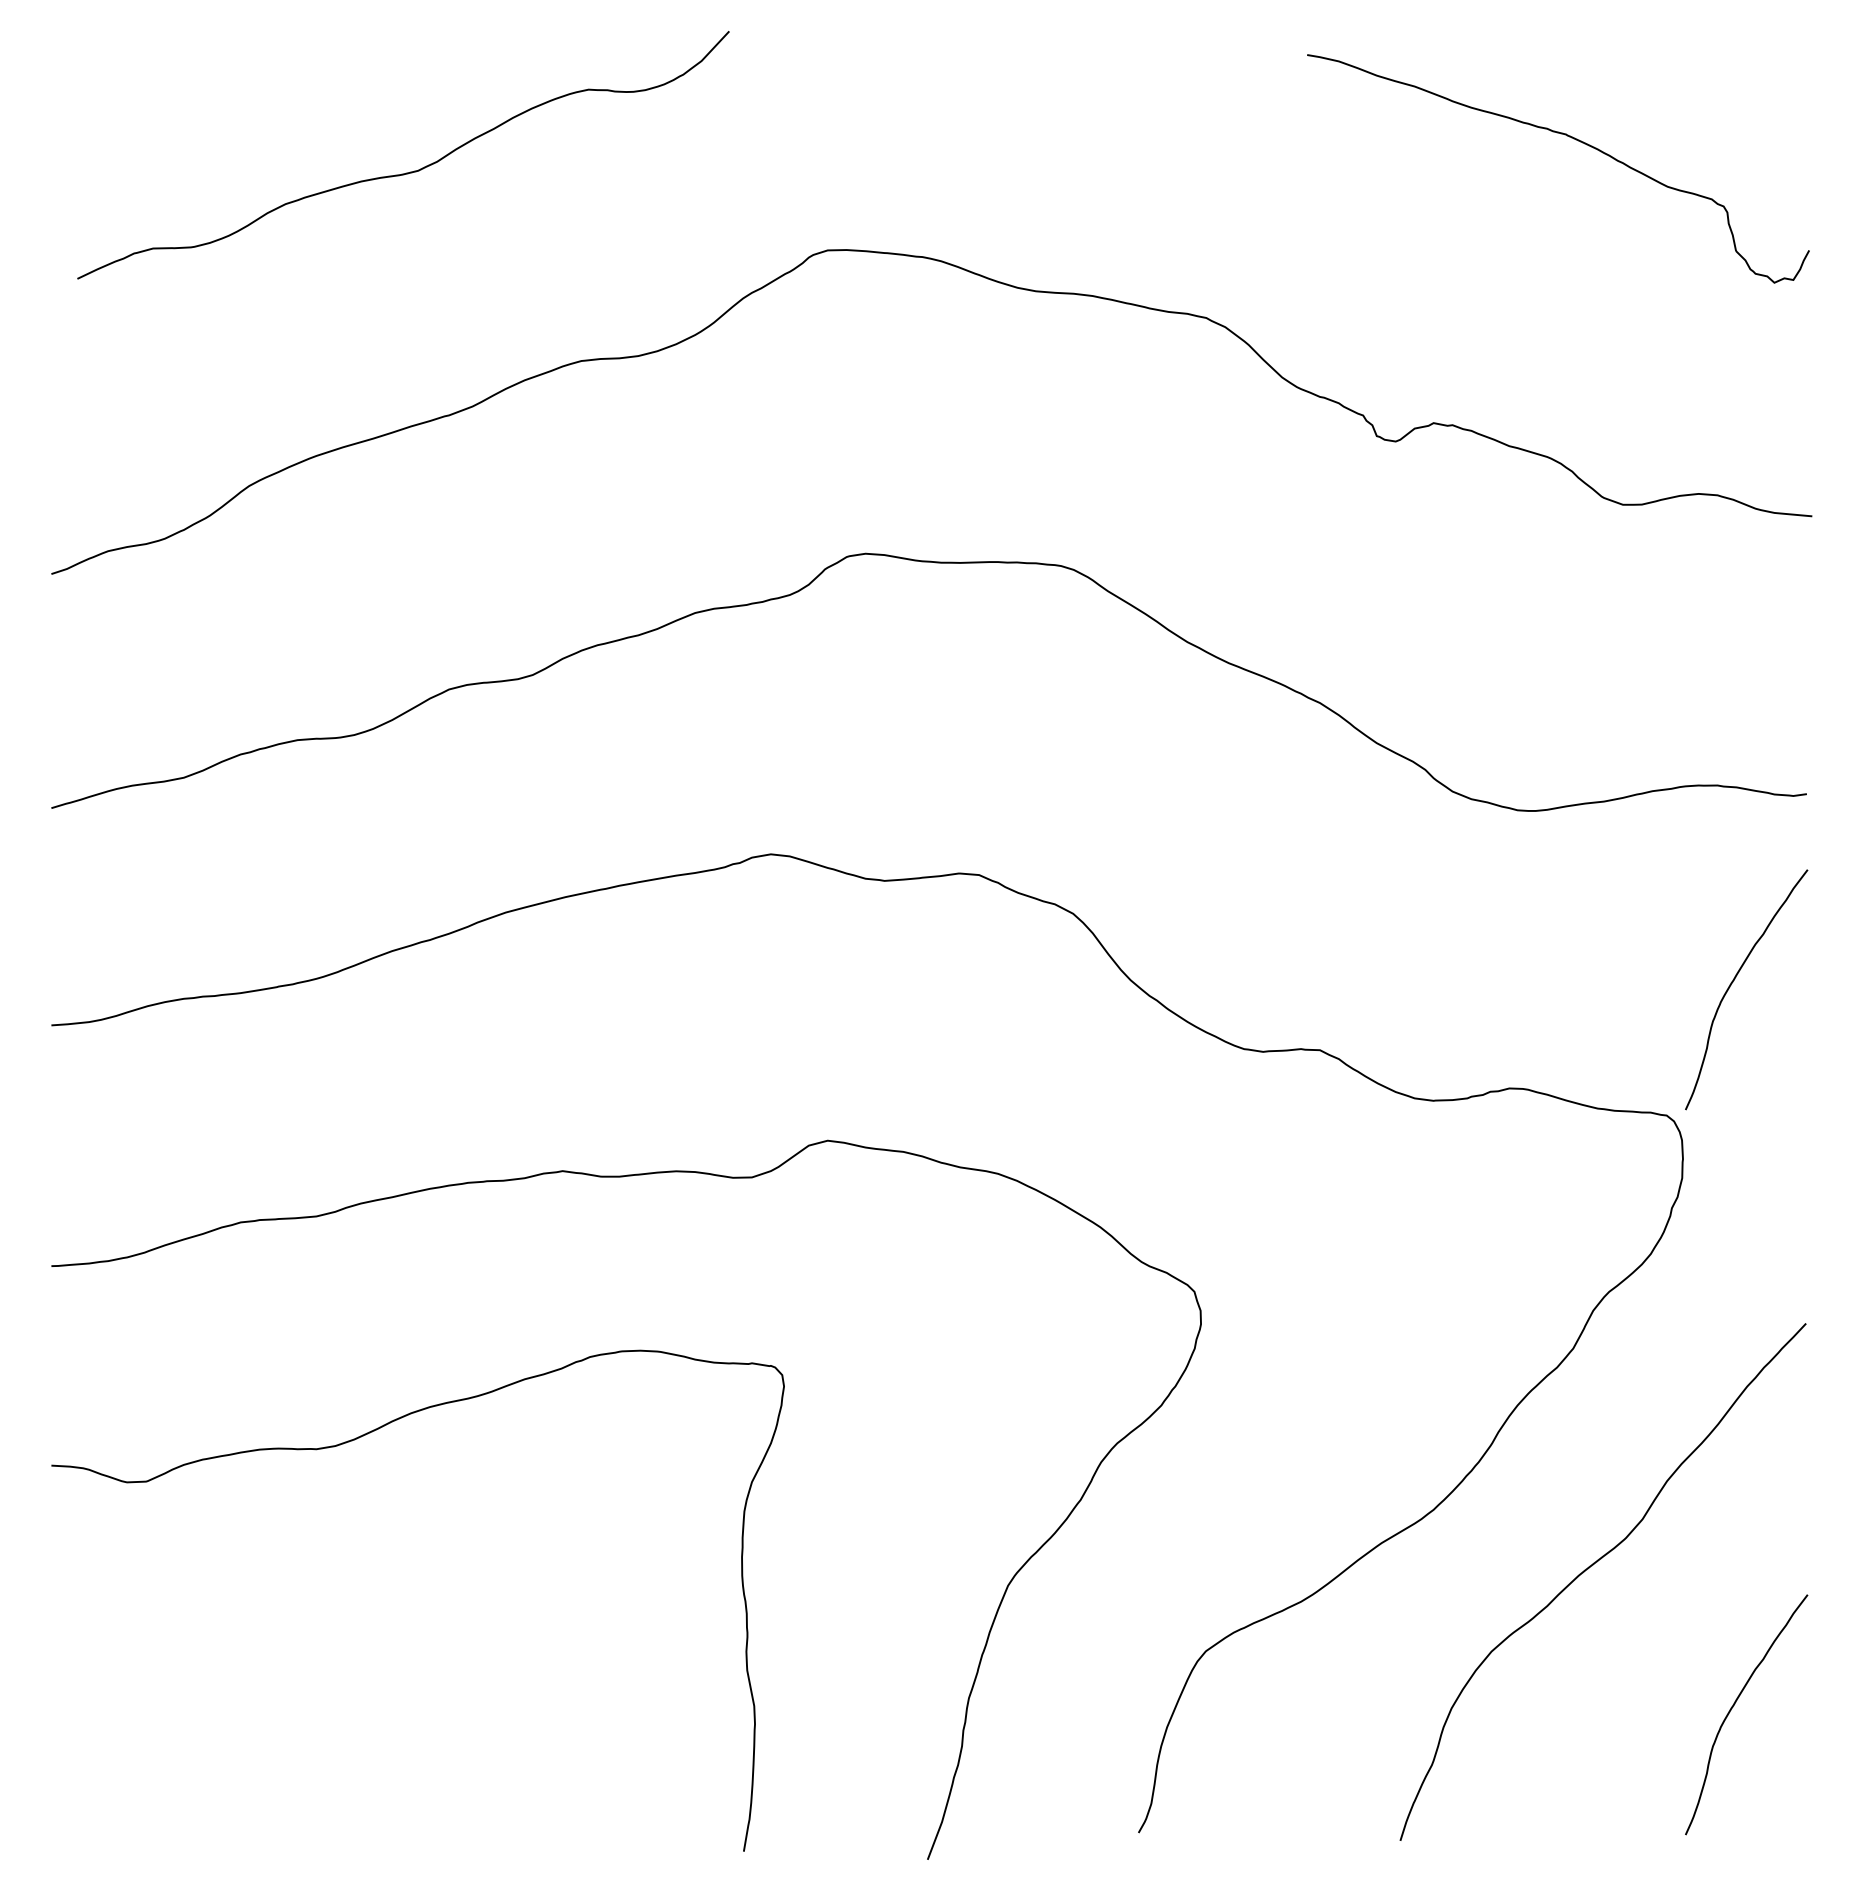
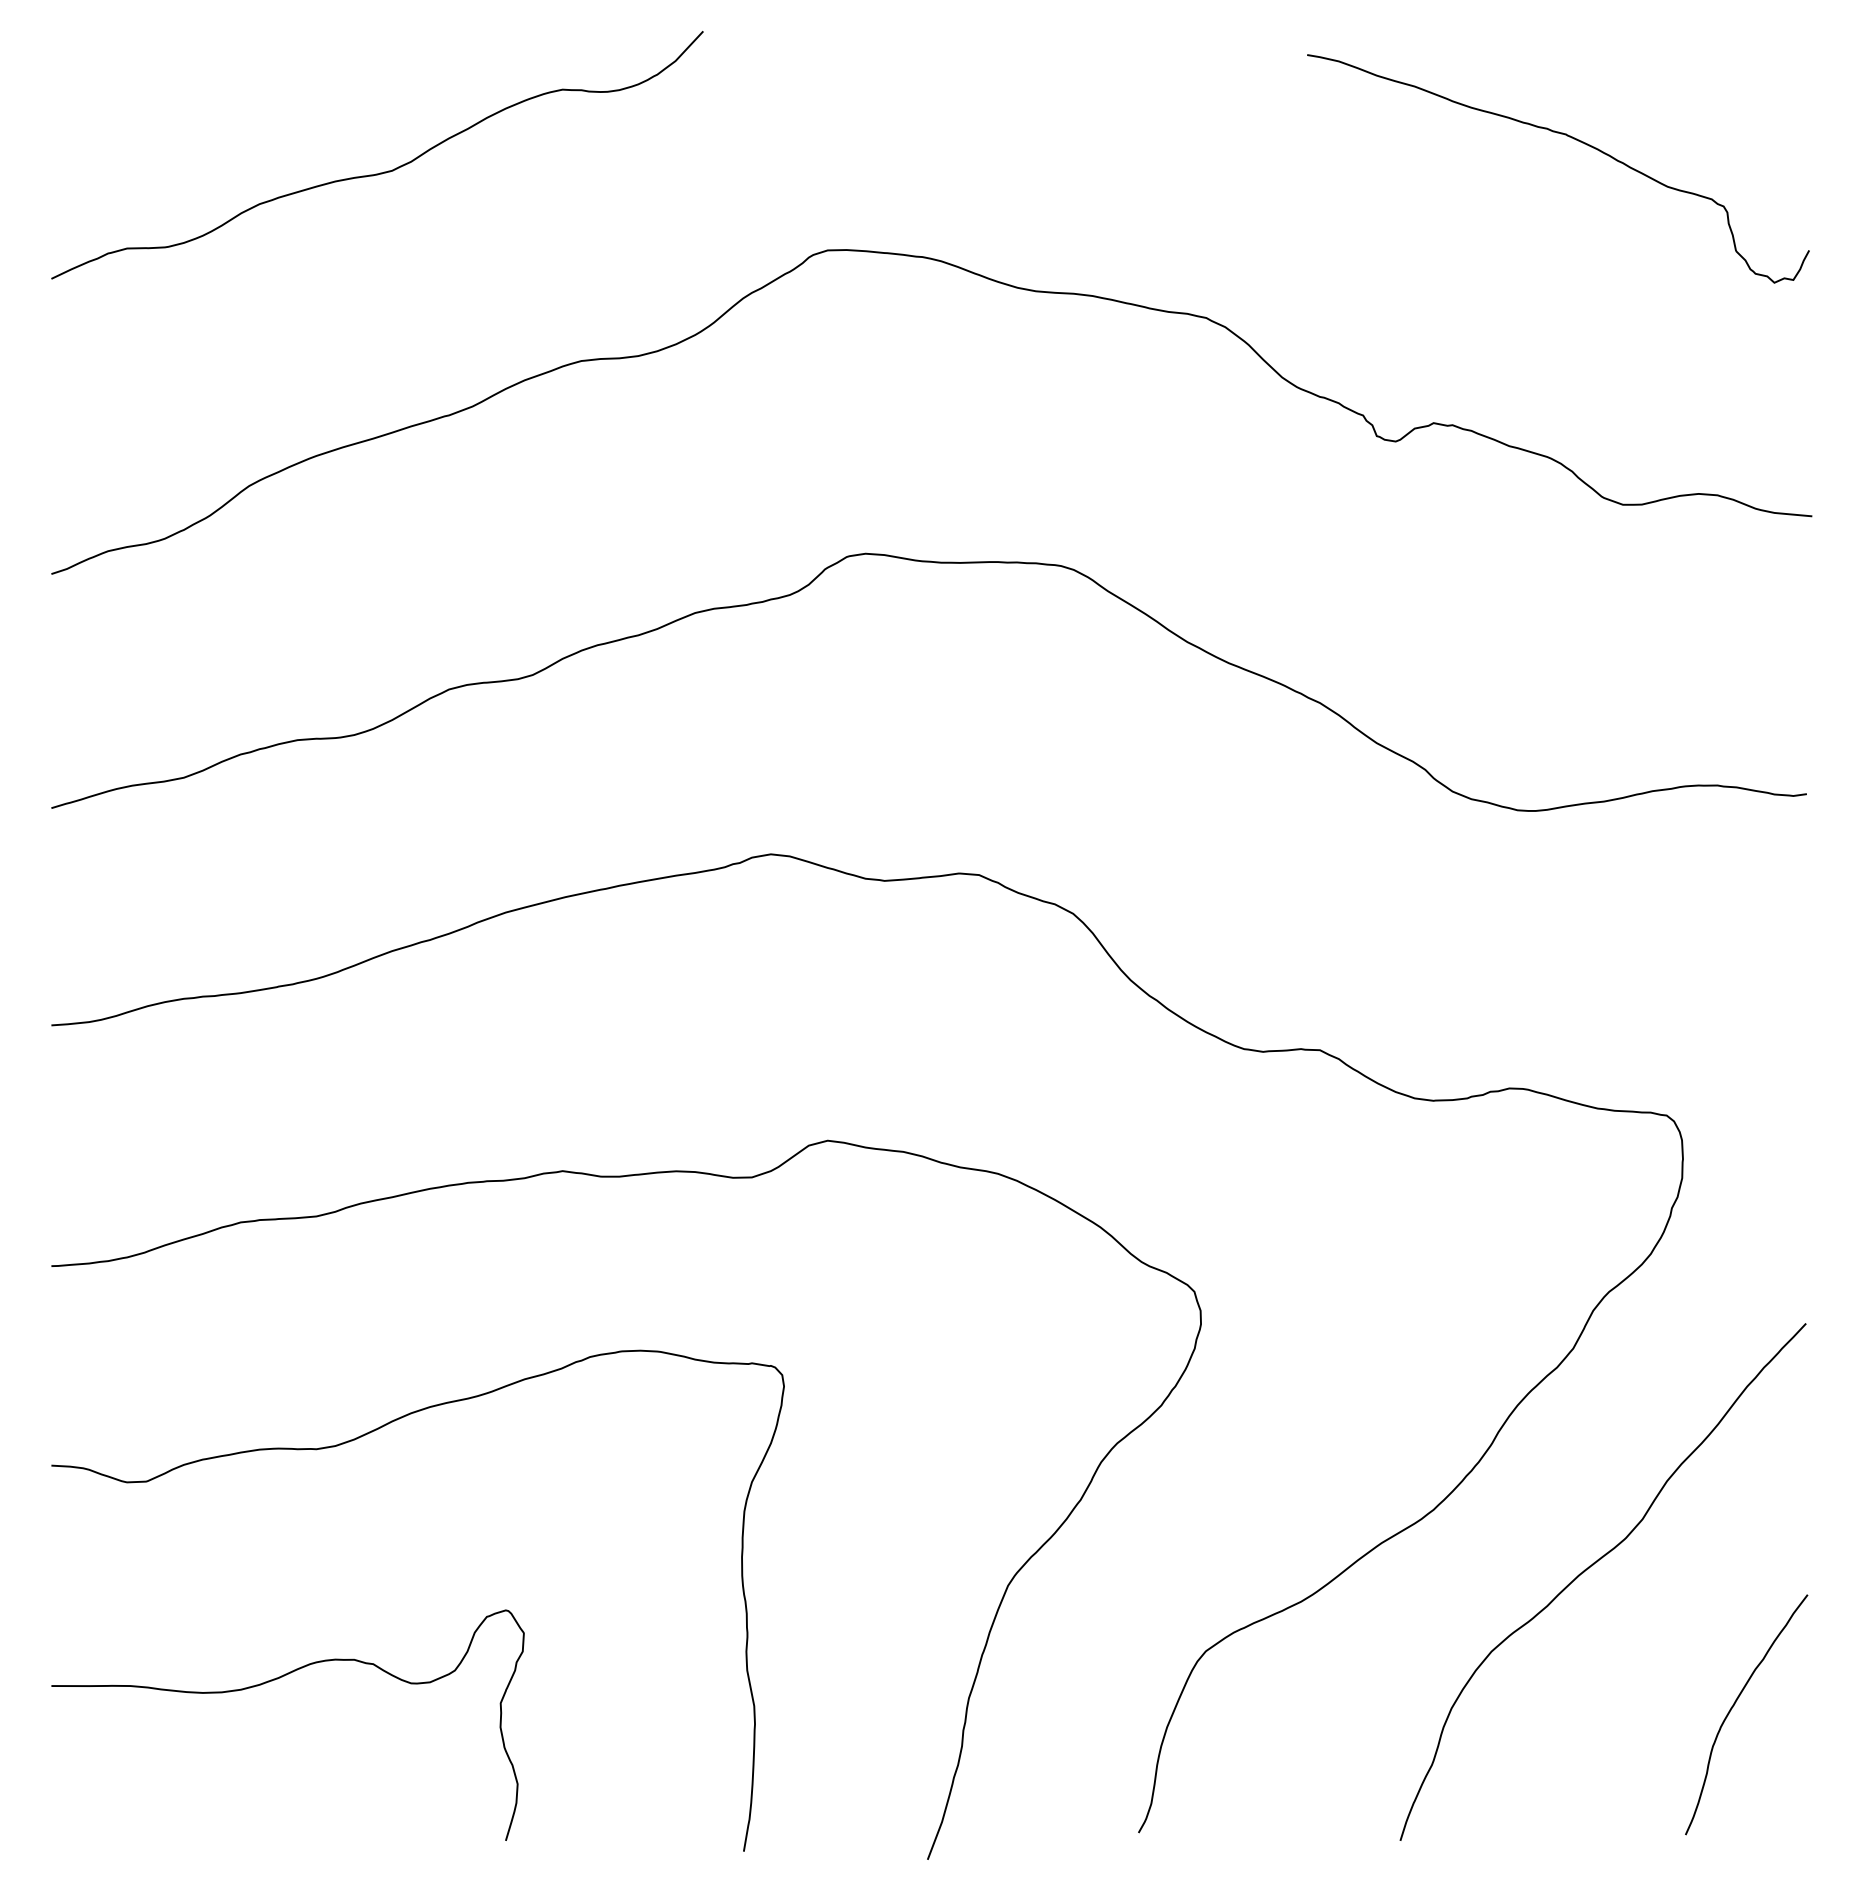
curve at (406, 172) position: (406, 172) -> (380, 172)
curve at (1733, 982): present -> none
curve at (272, 1681): none -> present
